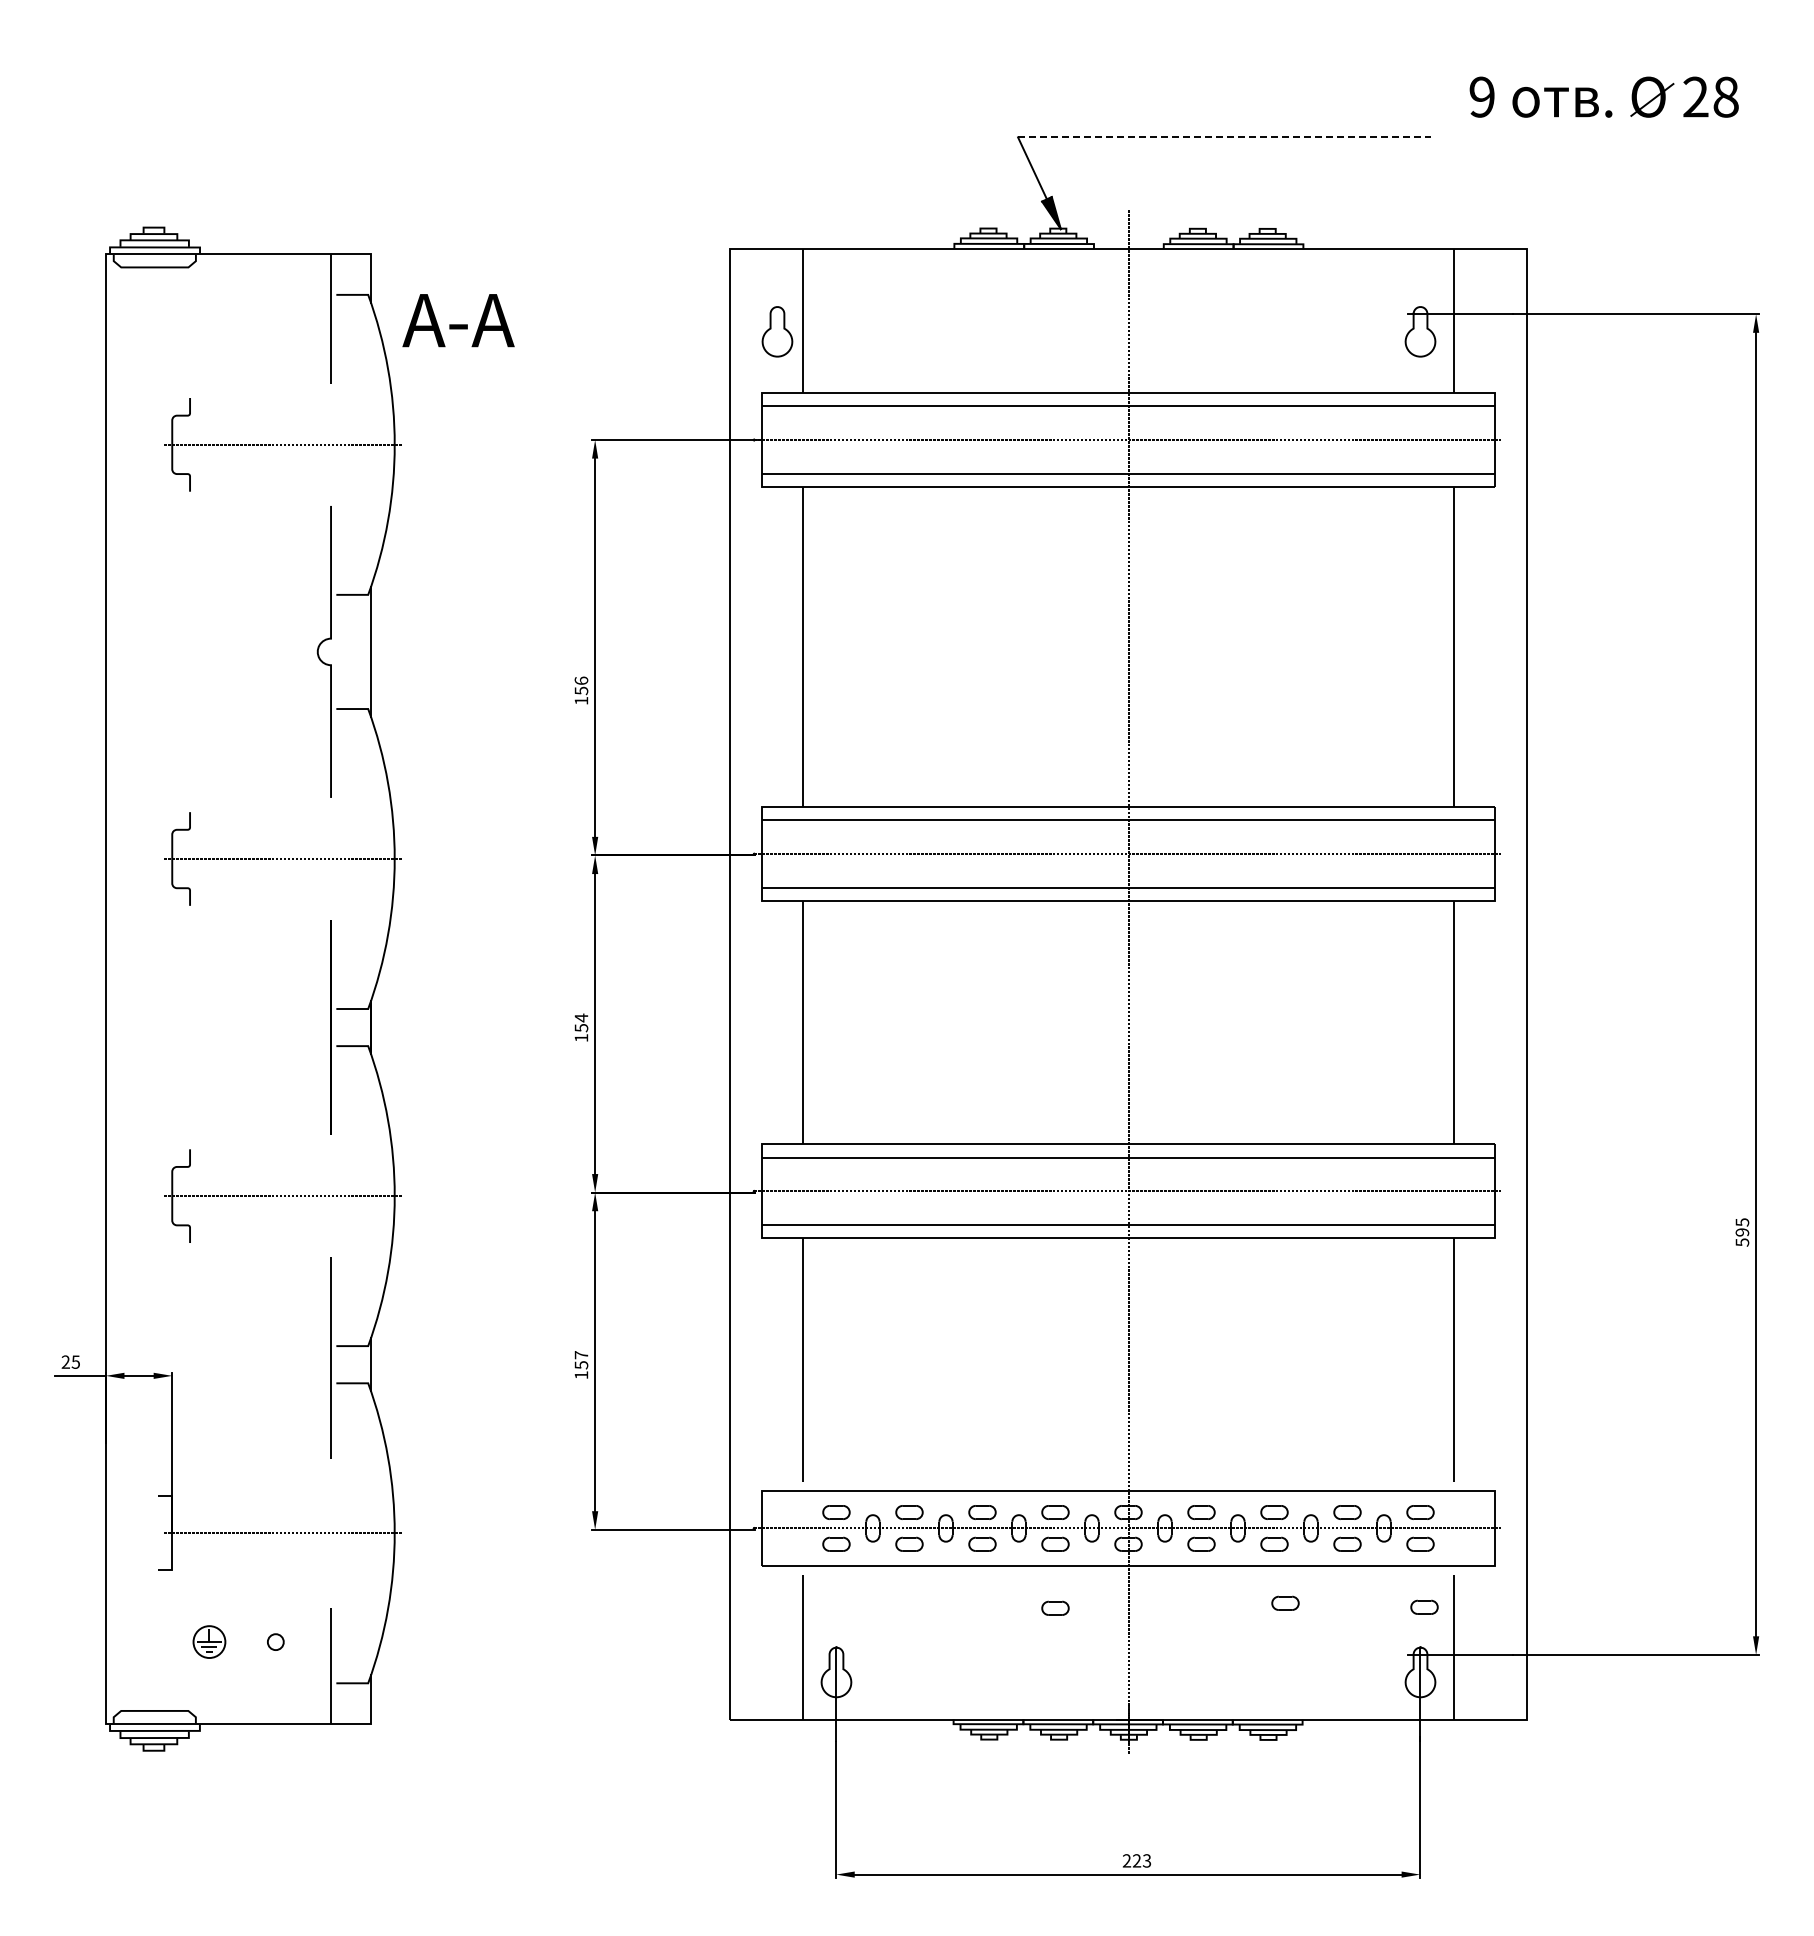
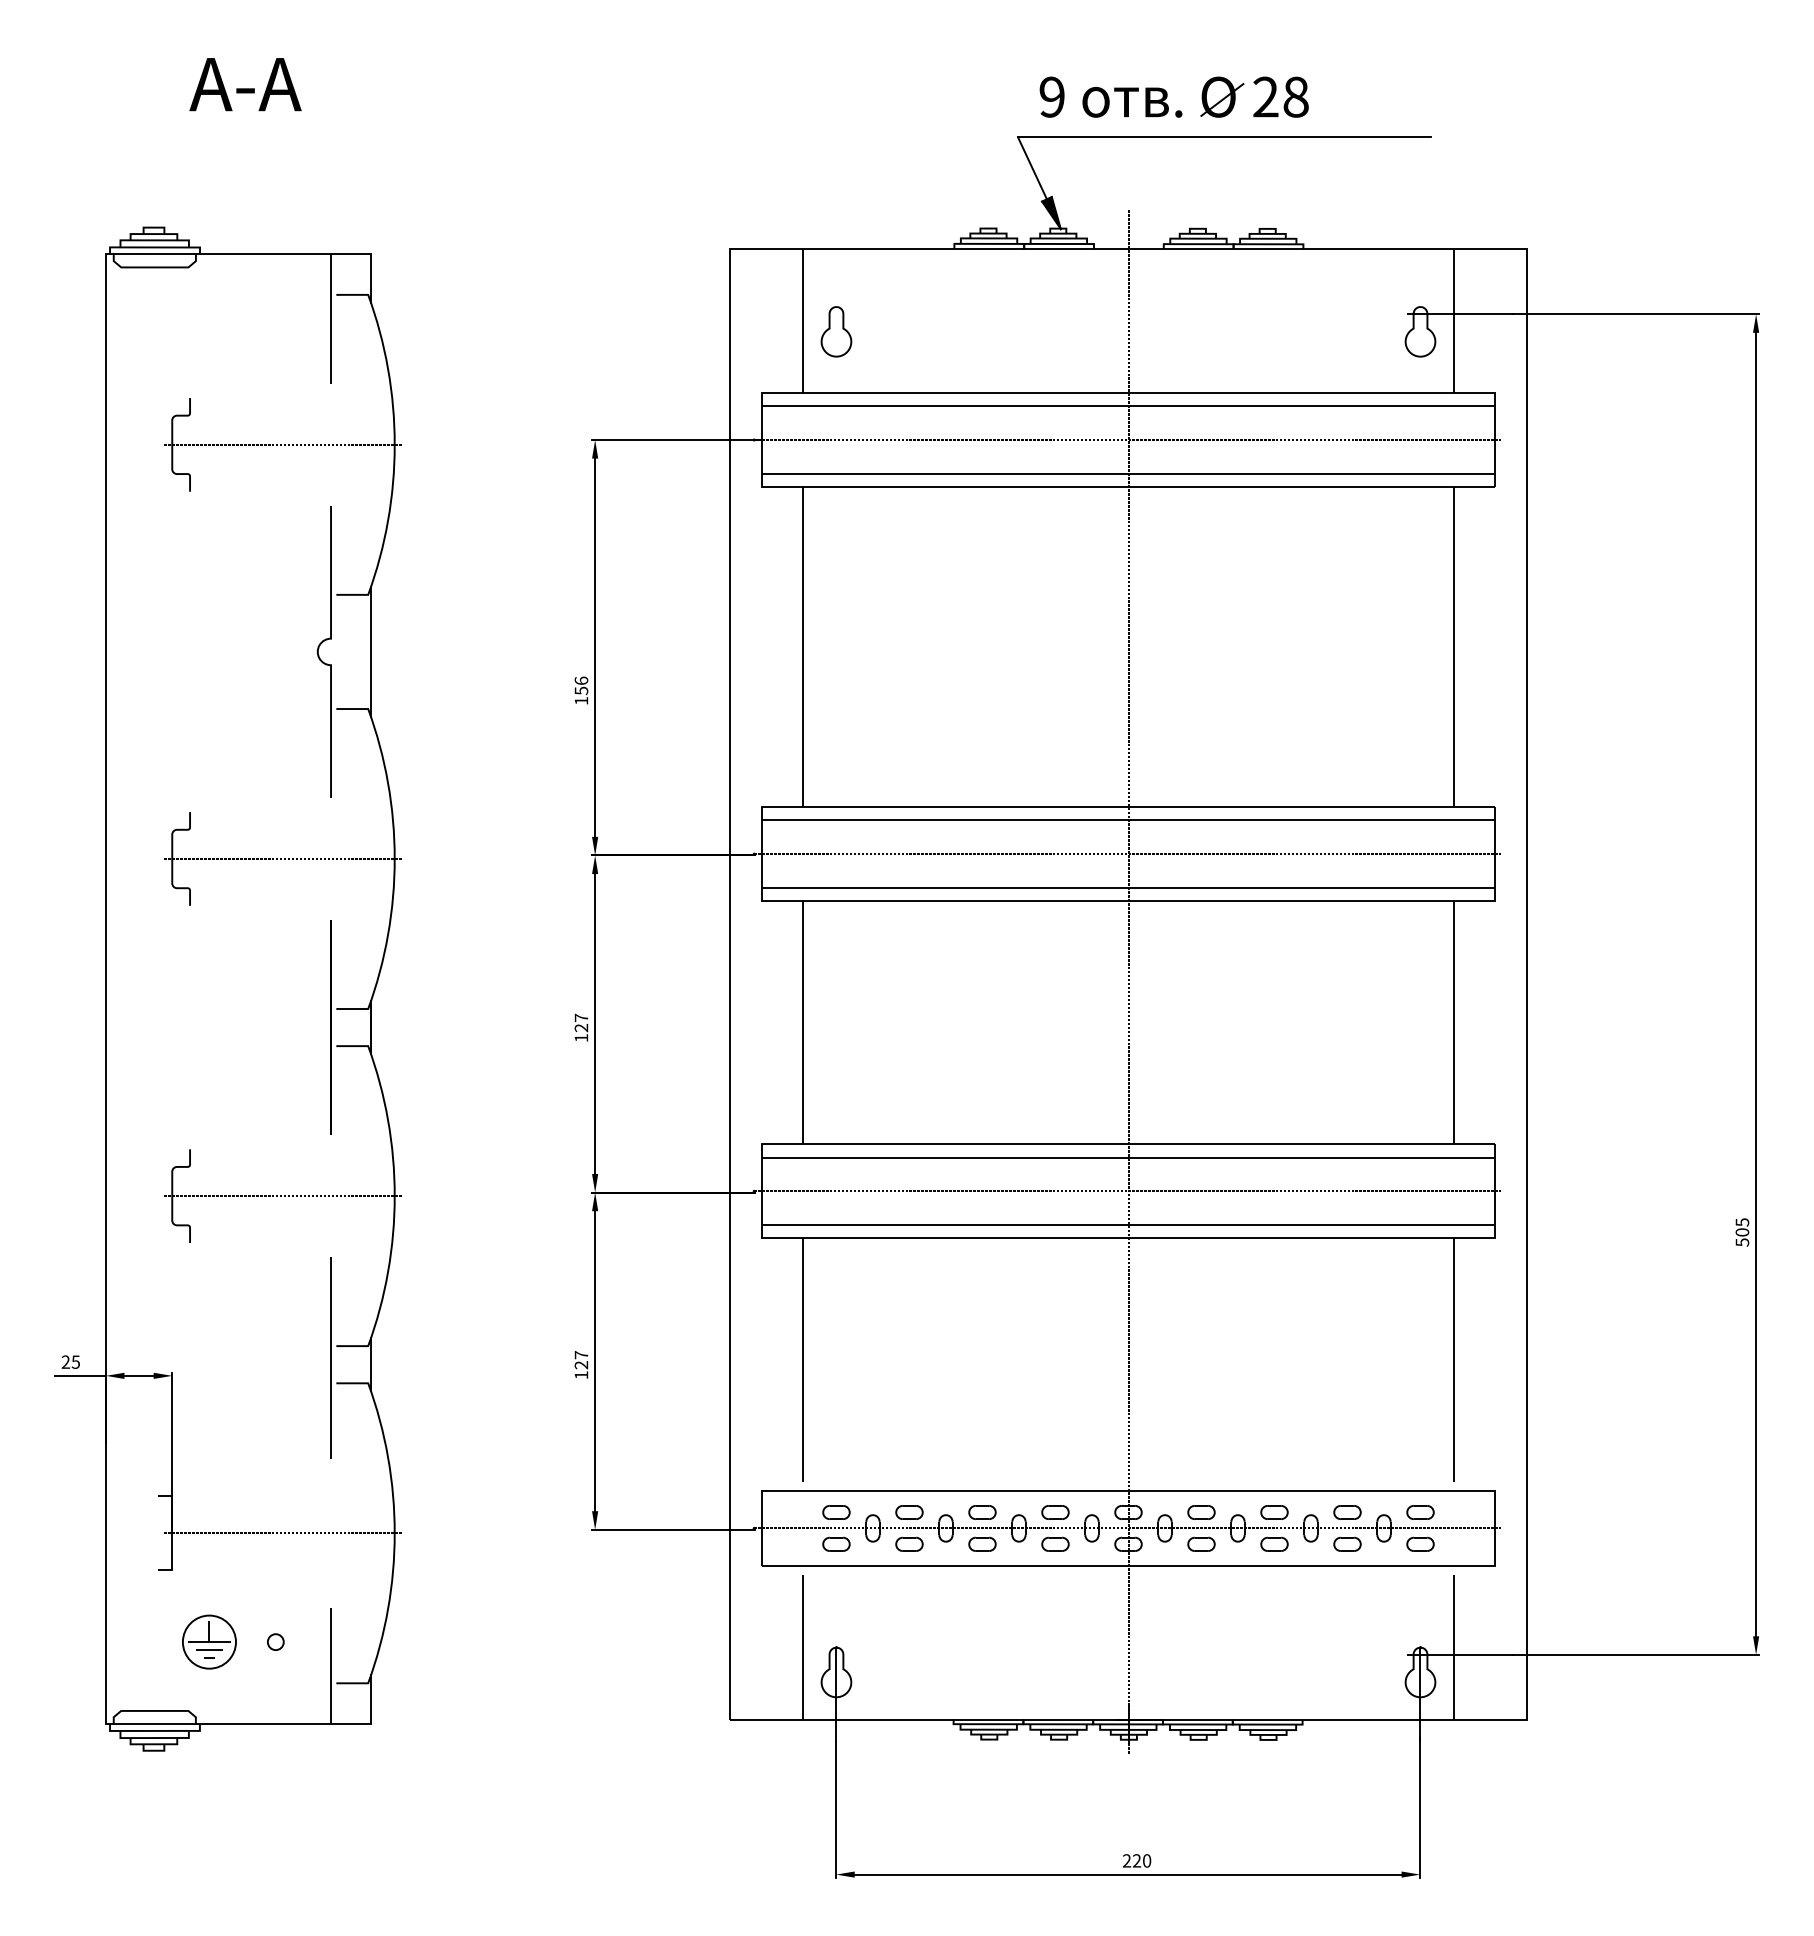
part at (1603, 96) position: (1603, 96) -> (1173, 96)
line at (1224, 137): dashed -> solid
text at (458, 320) position: (458, 320) -> (245, 84)
part at (777, 331) position: (777, 331) -> (836, 331)
text at (581, 1022): 154 -> 127
text at (1742, 1232): 595 -> 505
text at (581, 1365): 157 -> 127
part at (1285, 1602): present -> none
part at (1424, 1606): present -> none
part at (1055, 1607): present -> none
part at (209, 1641) size: 35x34 px -> 55x56 px
text at (1147, 1860): 223 -> 220
